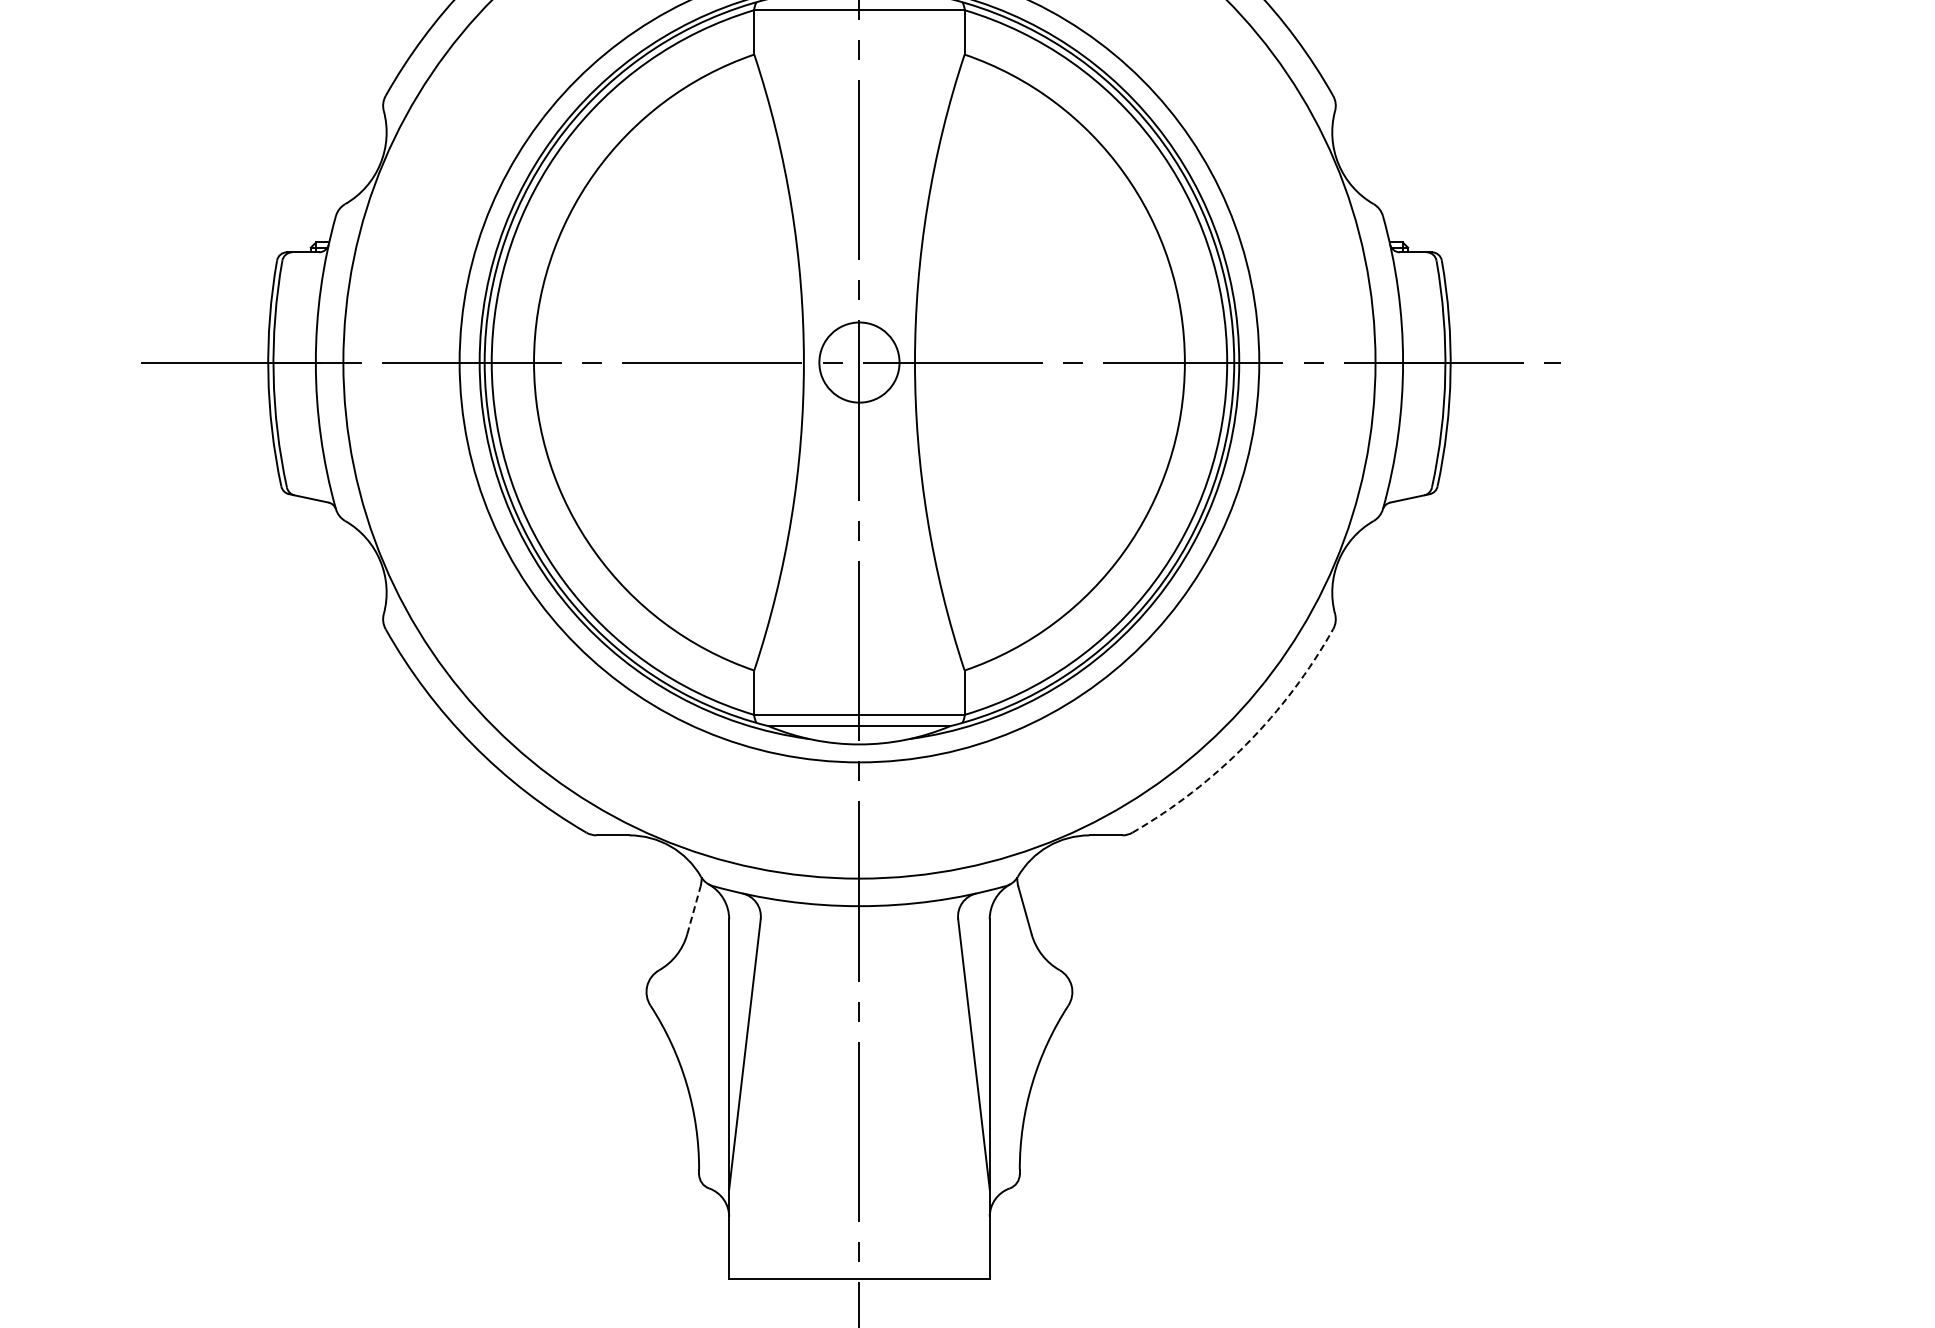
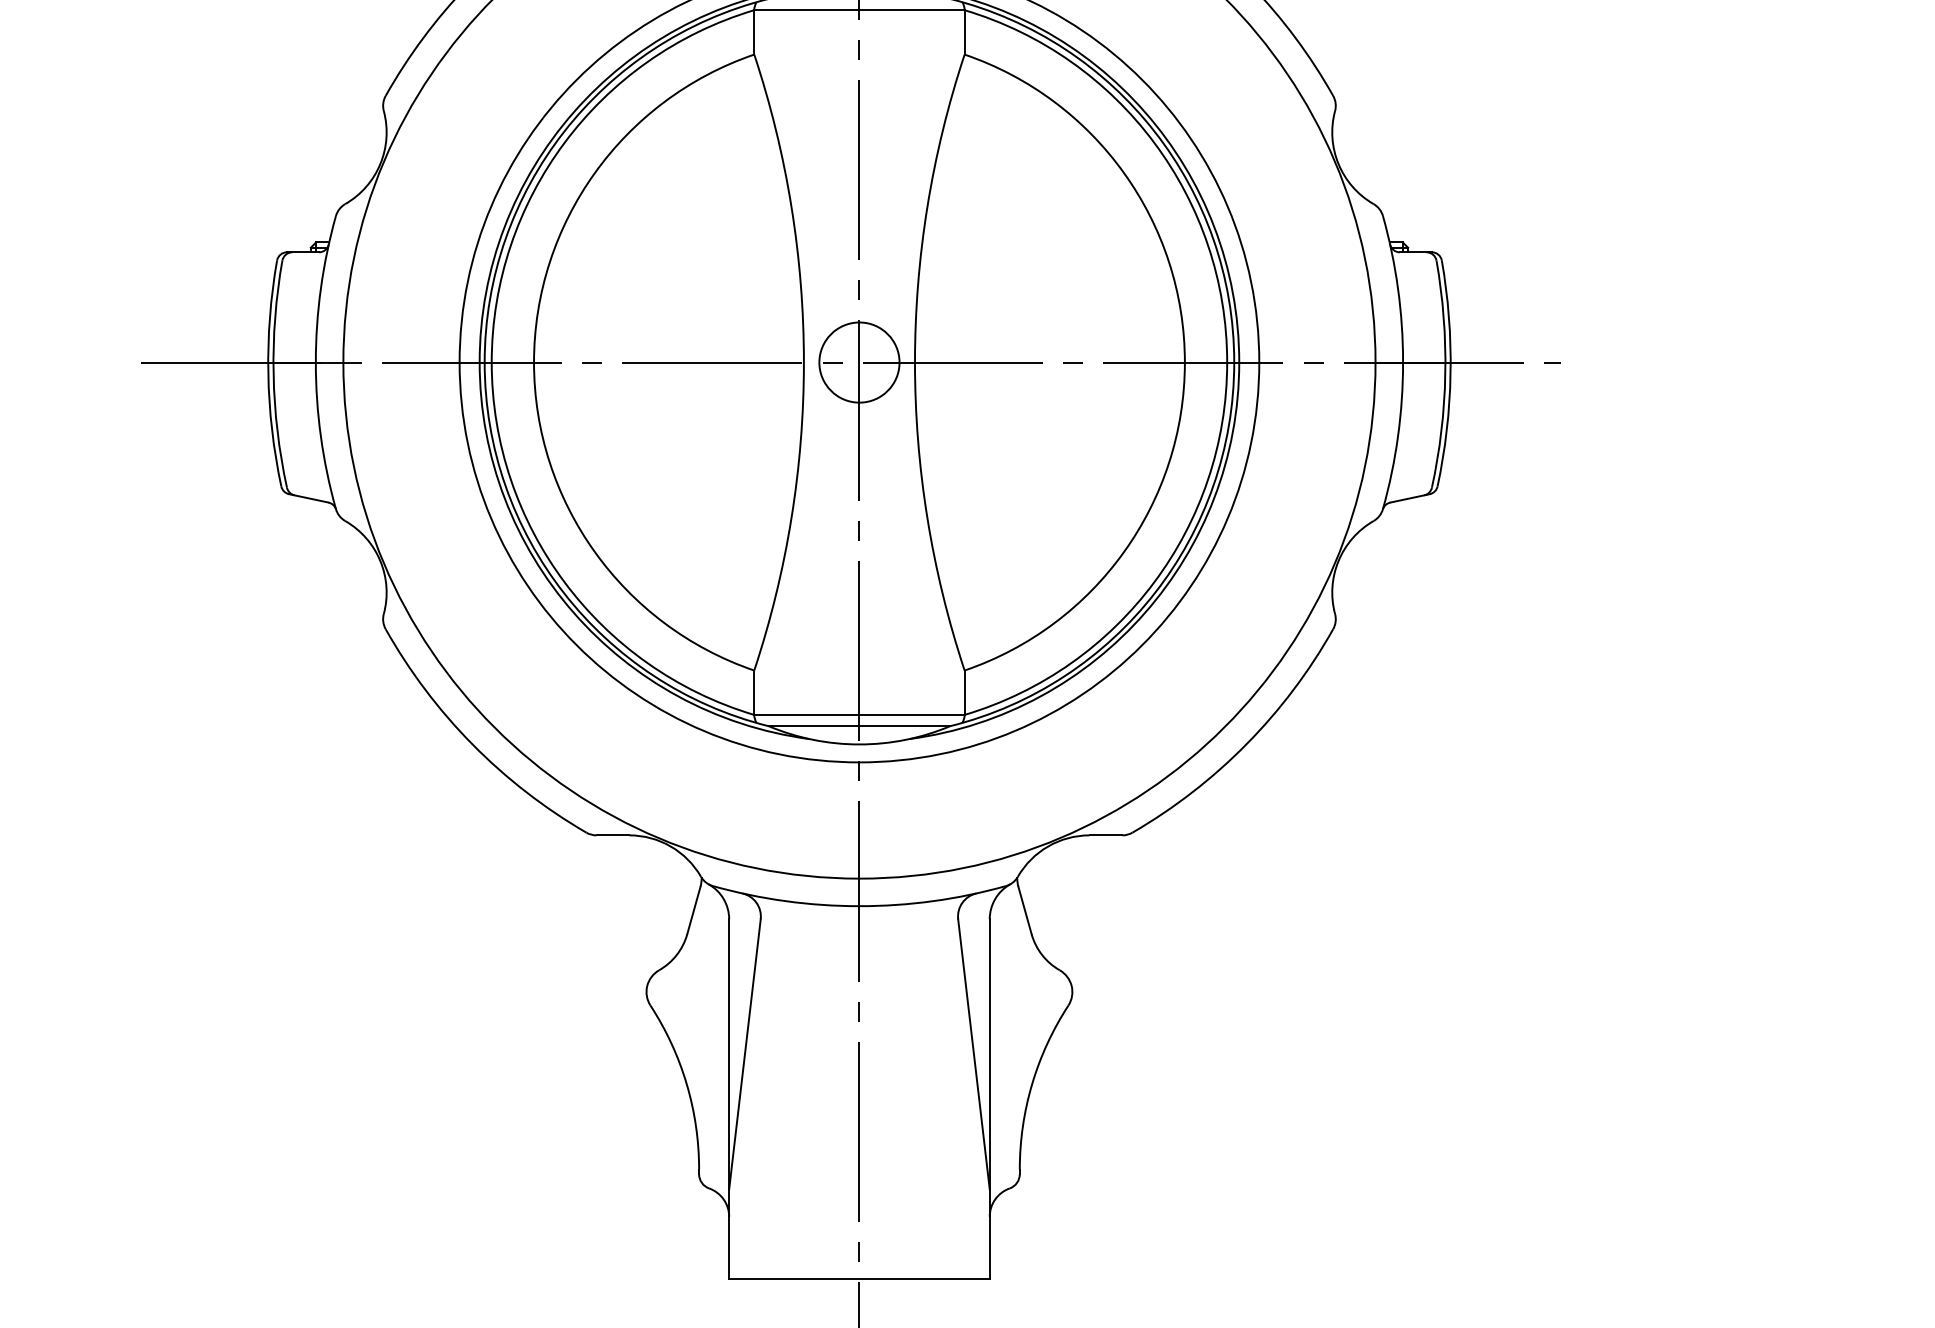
arc at (1246, 744): dashed -> solid
line at (693, 910): dashed -> solid
